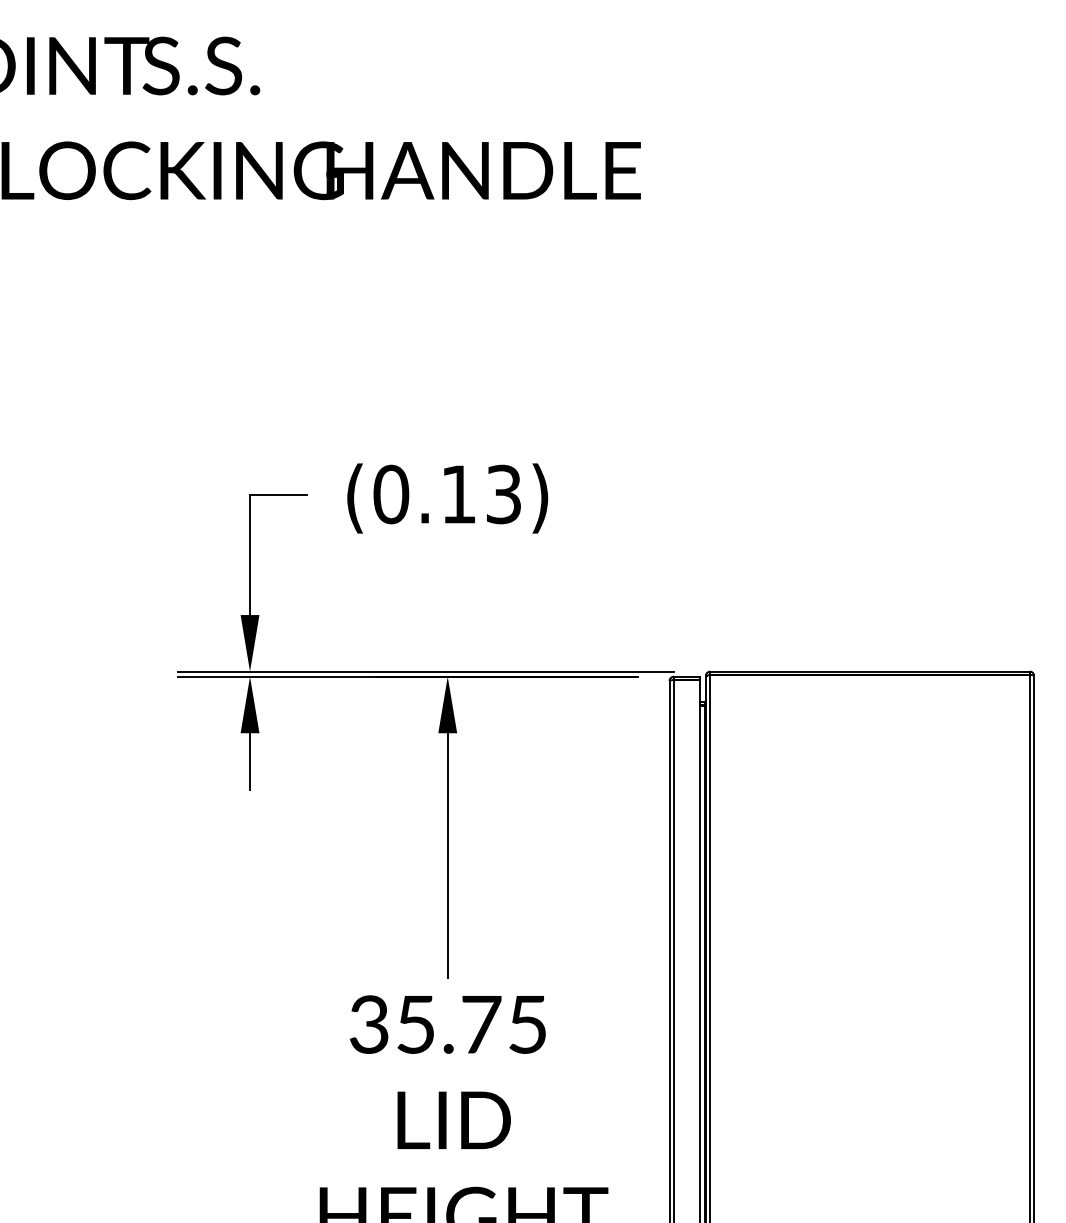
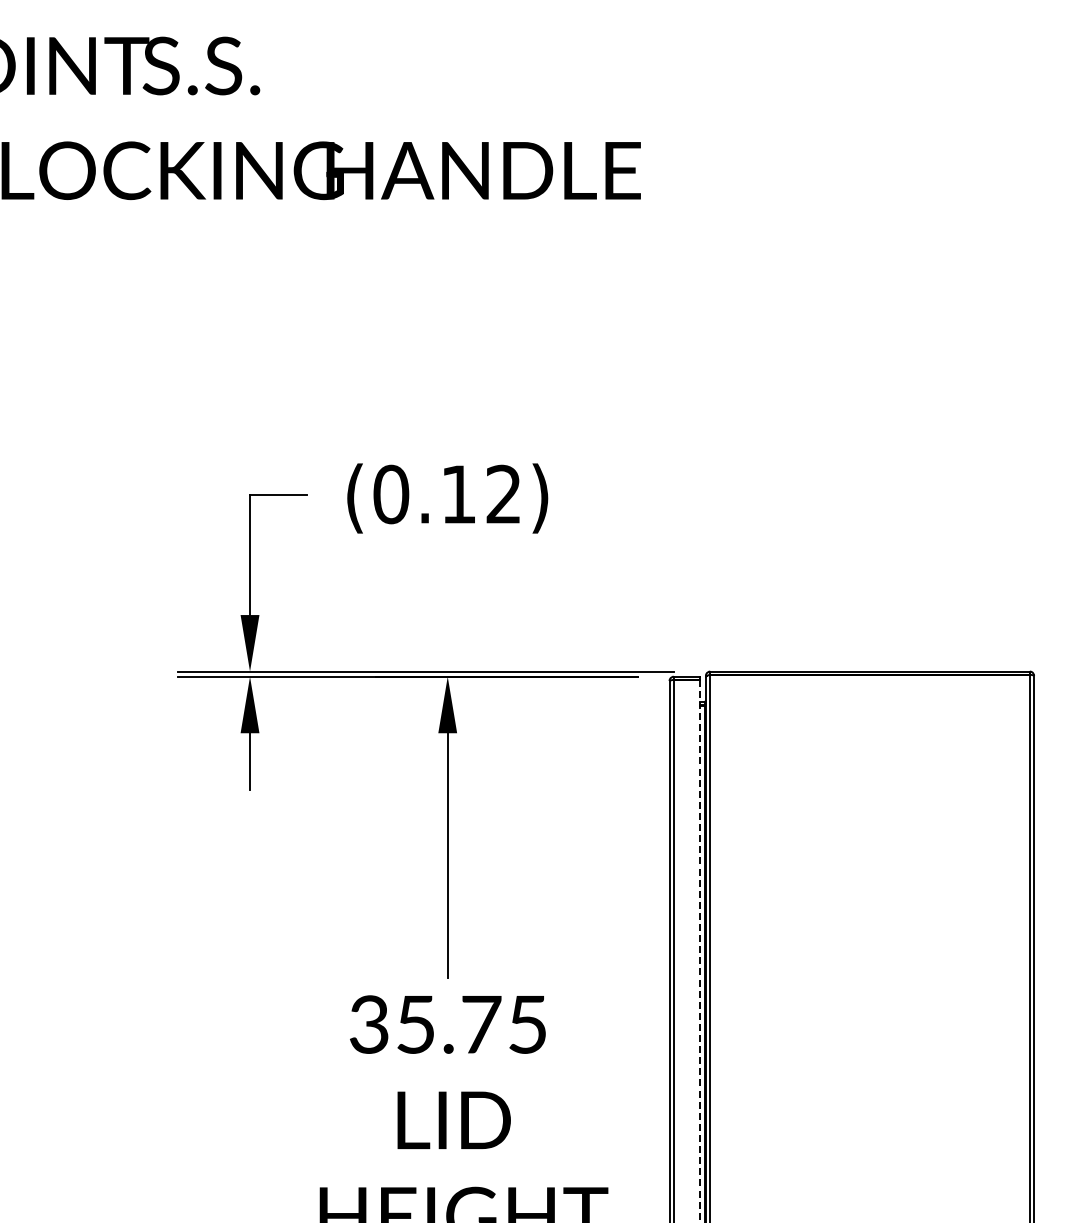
text at (503, 494): (0.13) -> (0.12)
line at (699, 951): solid -> dashed
